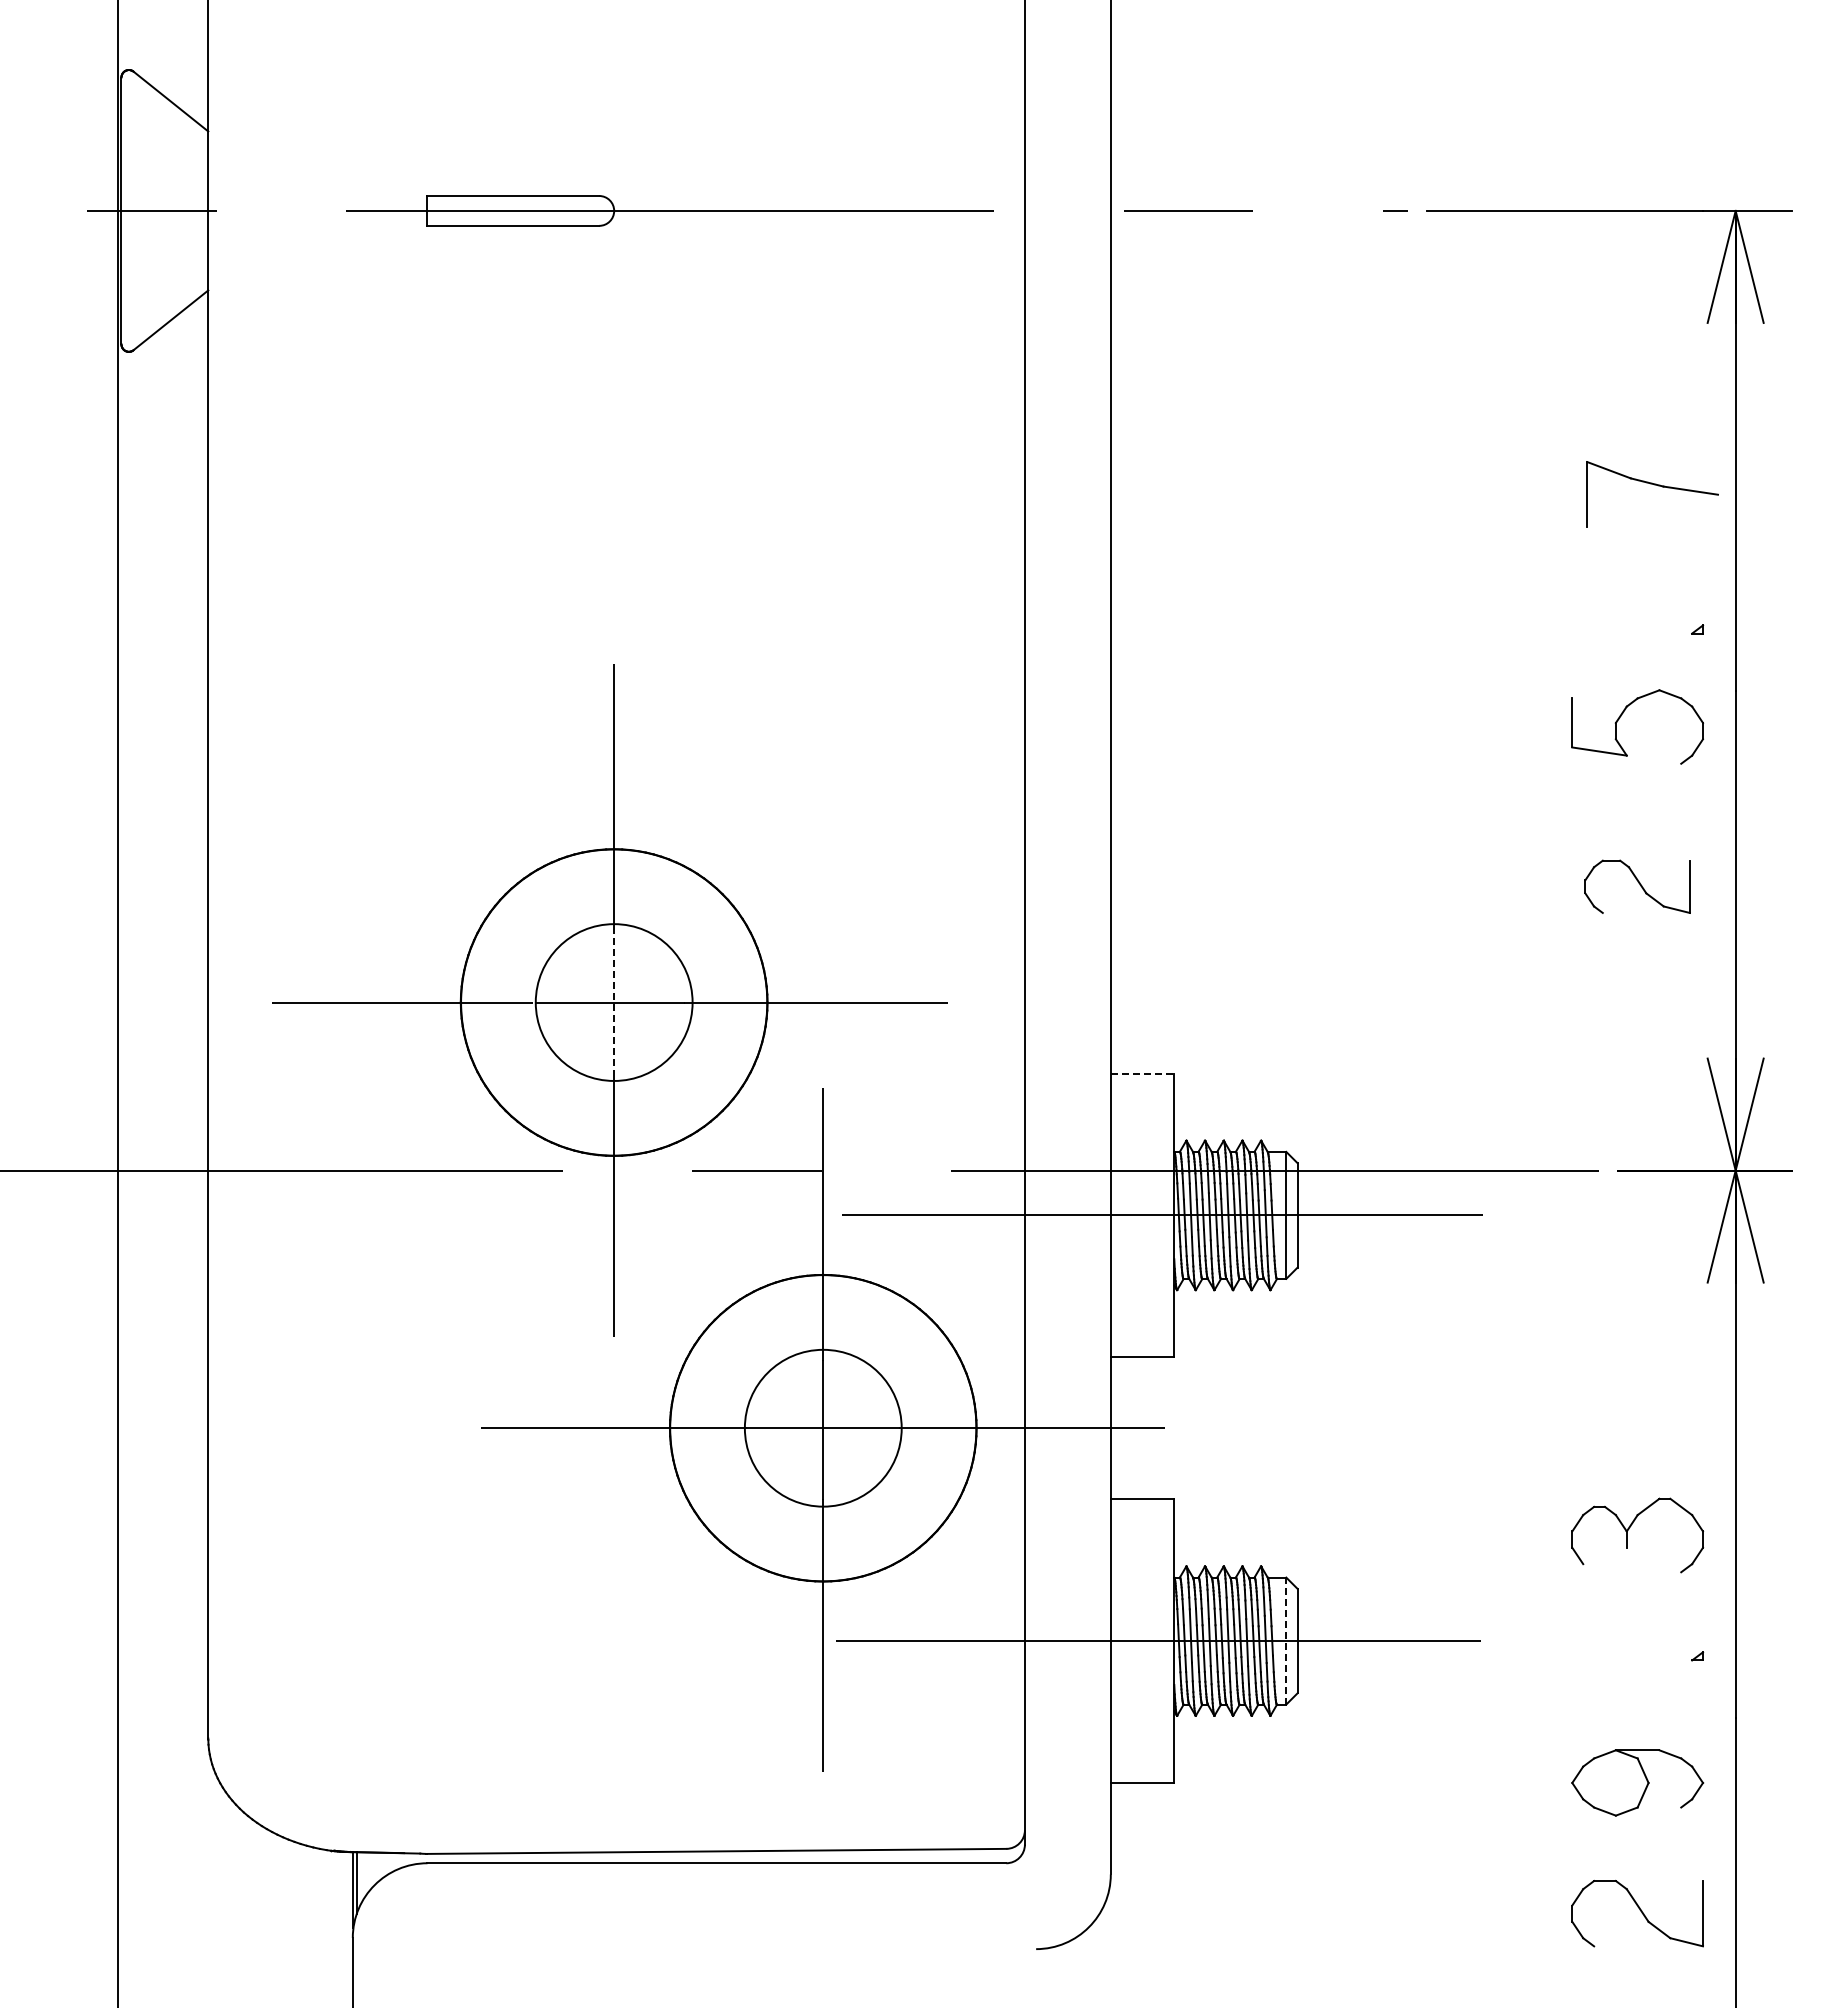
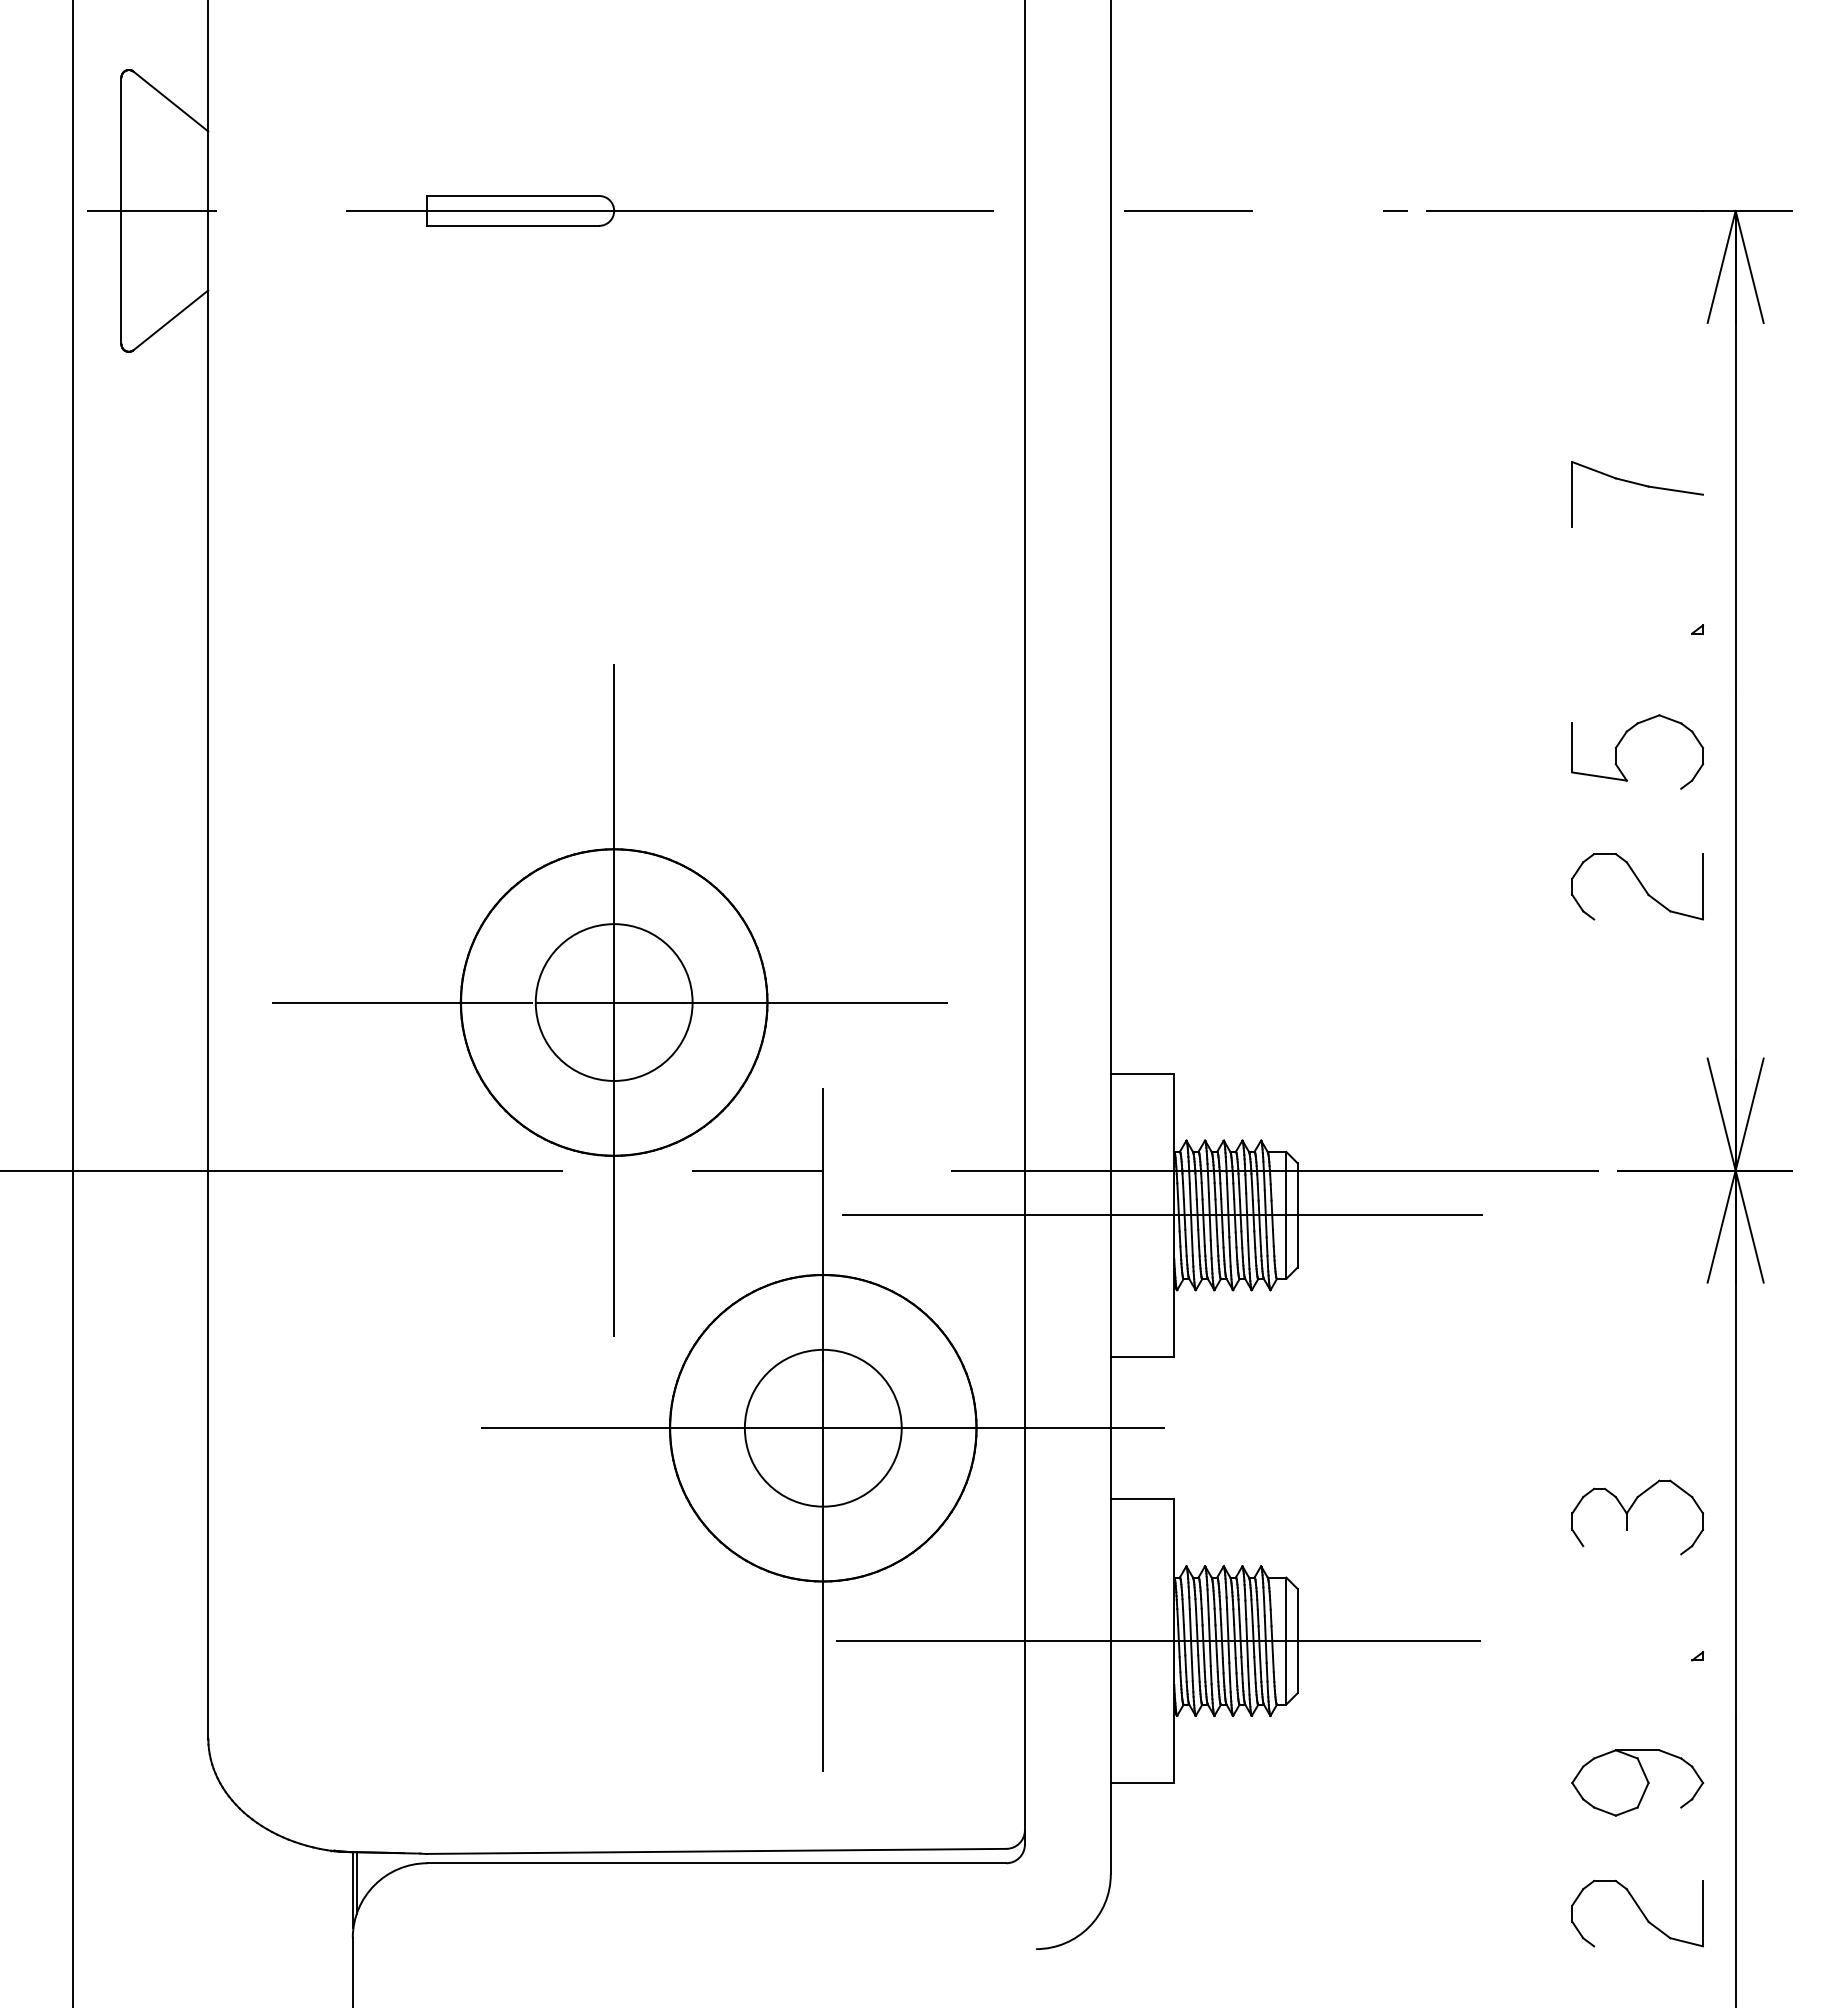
part at (1654, 485) position: (1654, 485) -> (1639, 485)
part at (1621, 716) position: (1621, 716) -> (1621, 741)
part at (1637, 886) size: 107x55 px -> 133x68 px
line at (614, 1002): dashed -> solid
line at (117, 1003) position: (117, 1003) -> (72, 1003)
line at (1142, 1073): dashed -> solid
part at (1629, 1529) position: (1629, 1529) -> (1629, 1511)
line at (1286, 1640): dashed -> solid
